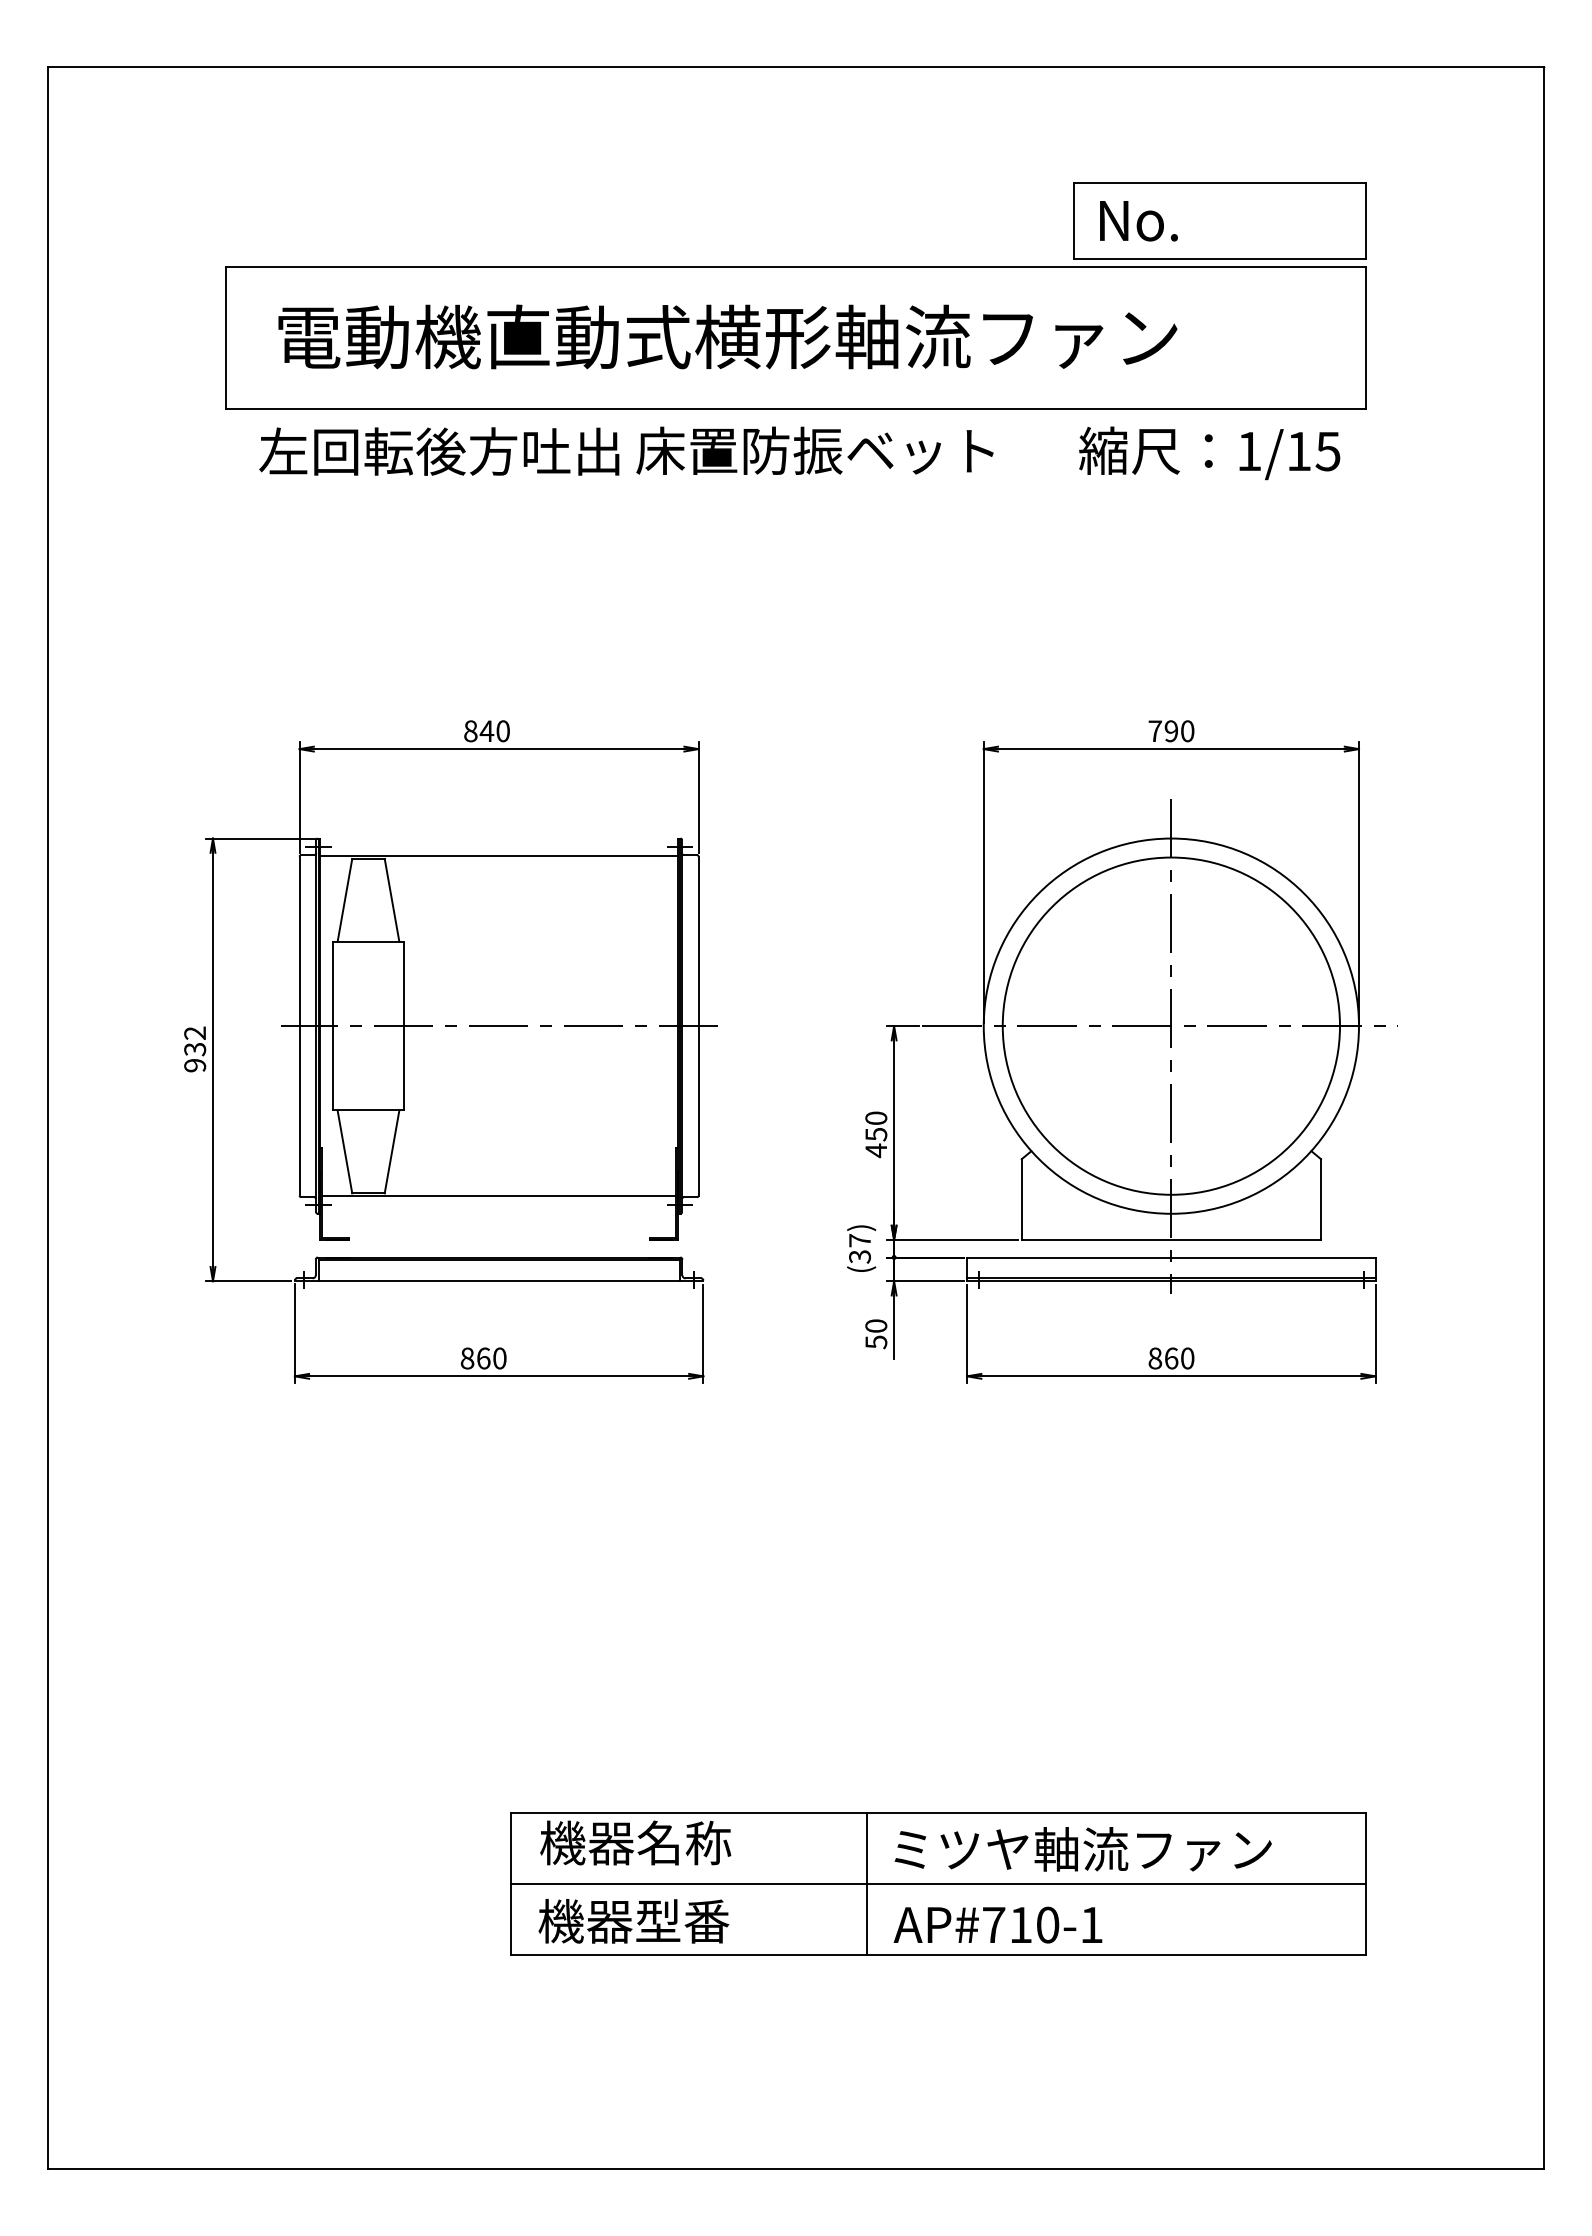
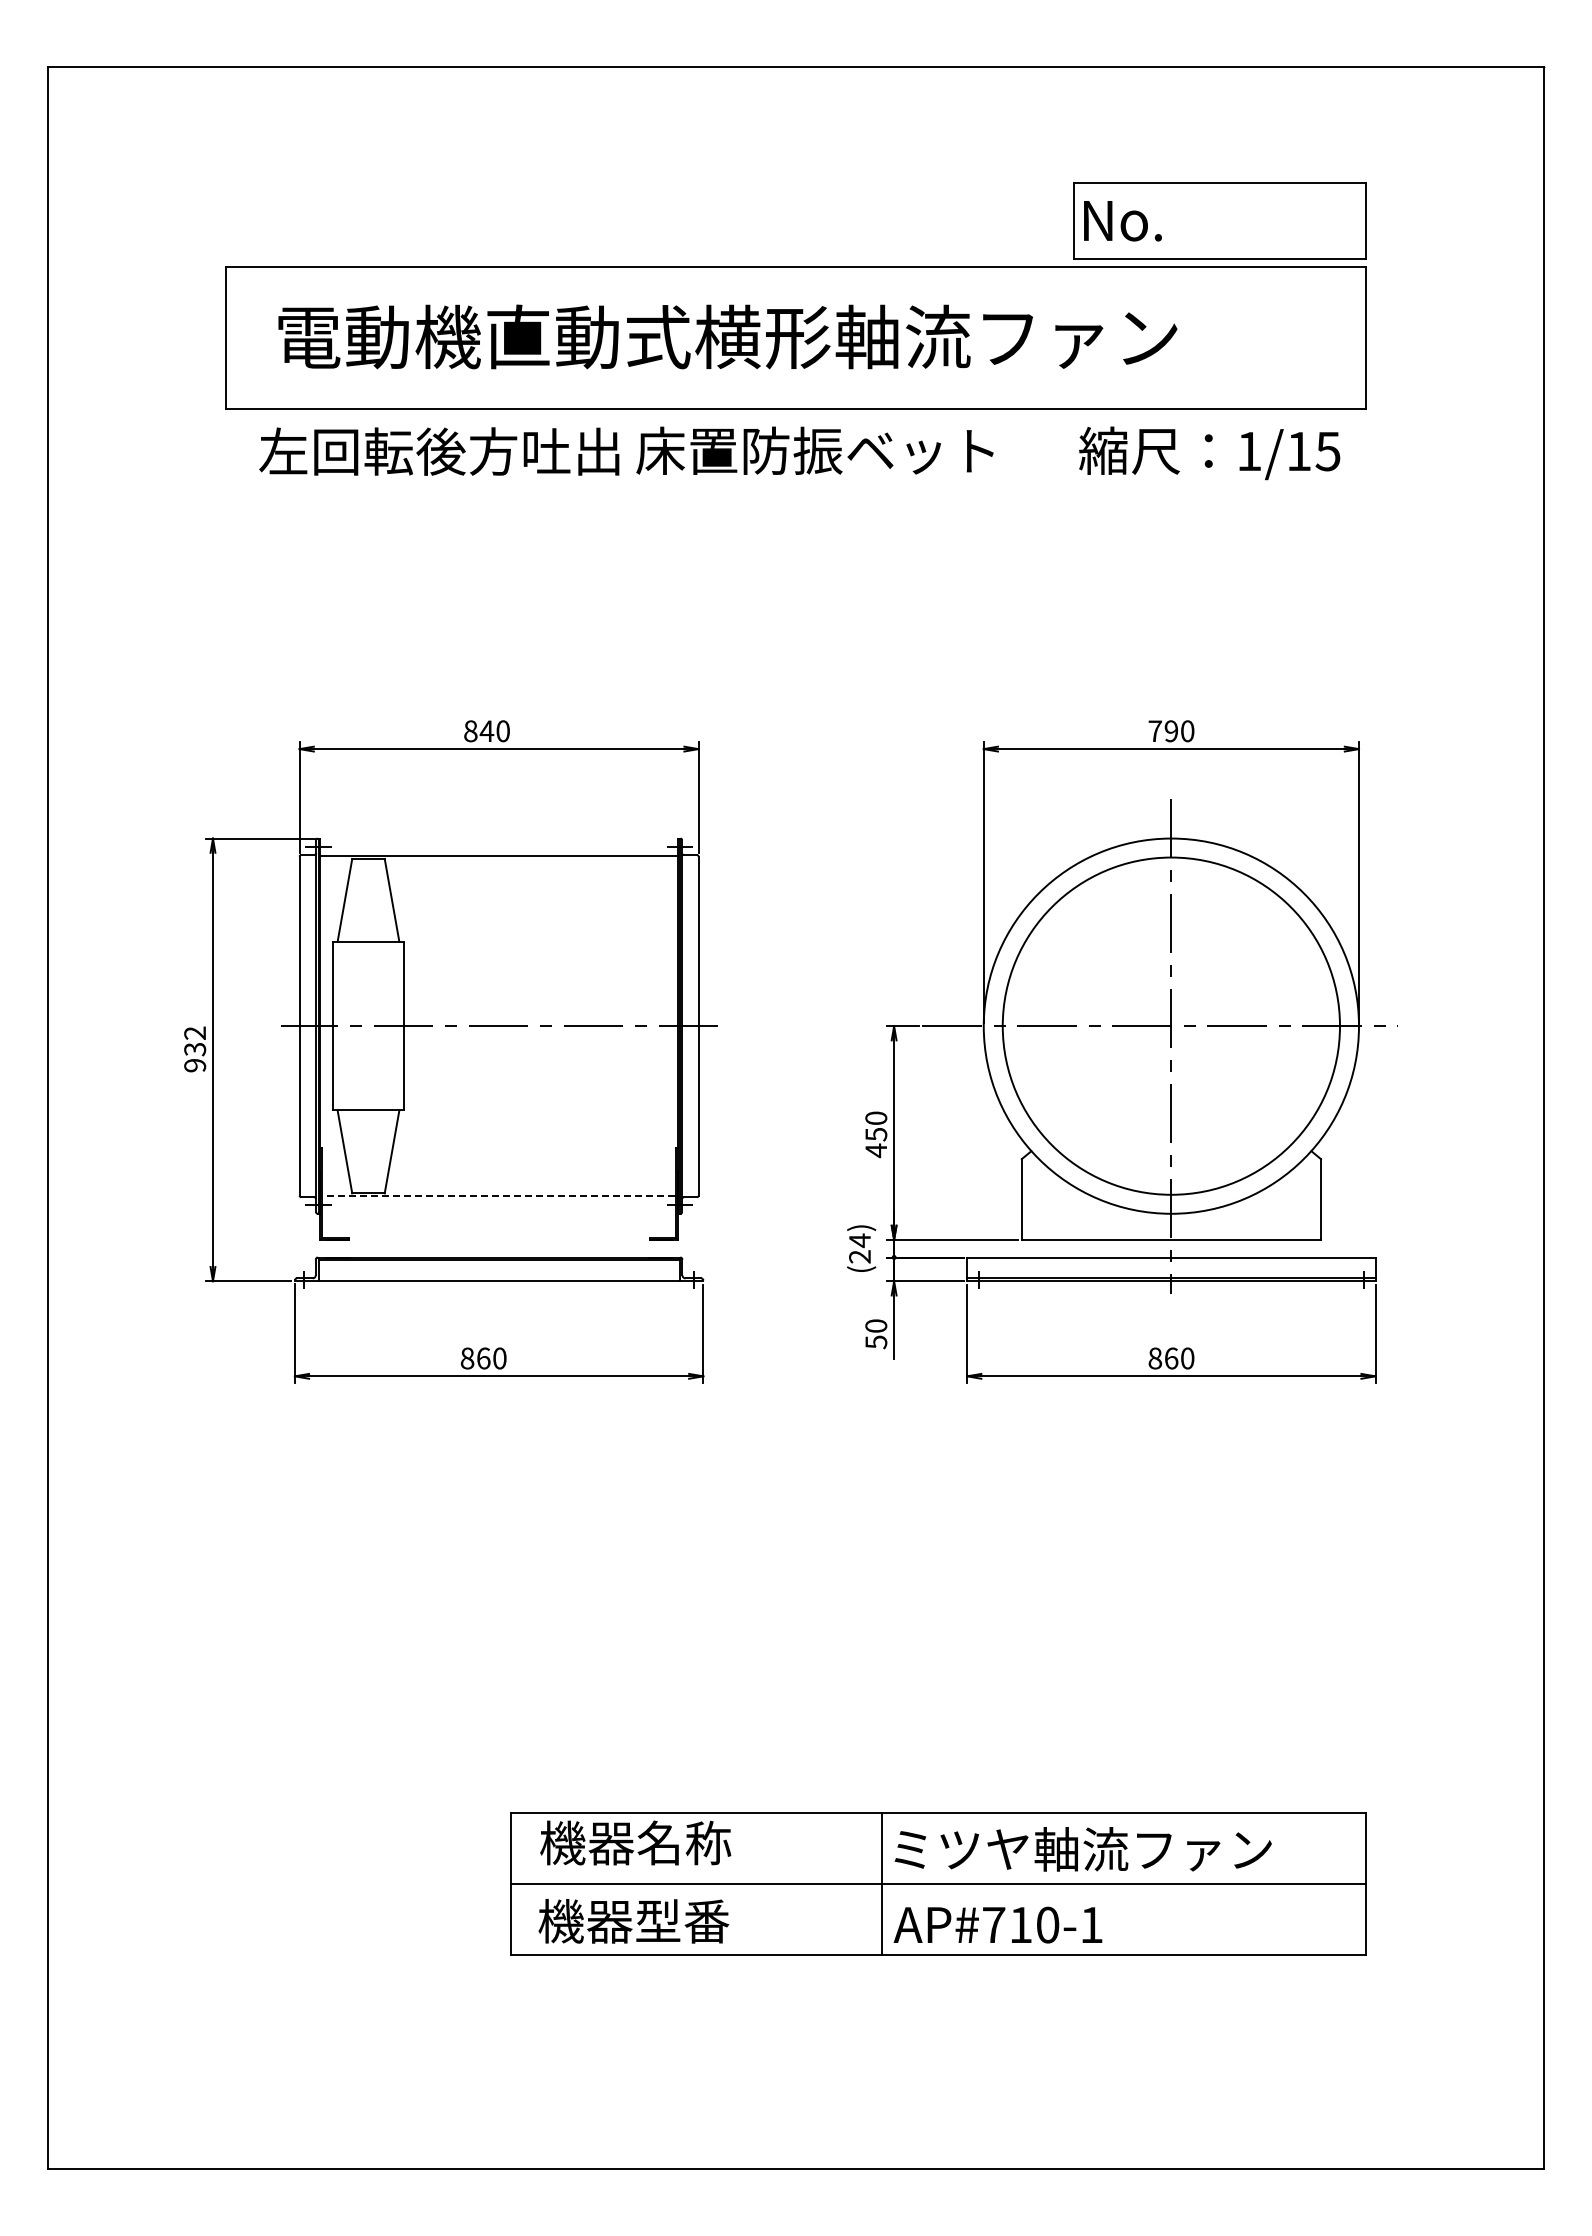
text at (1138, 221) position: (1138, 221) -> (1122, 221)
line at (498, 1196): solid -> dashed
text at (859, 1248): (37) -> (24)
line at (867, 1883) position: (867, 1883) -> (882, 1883)
